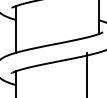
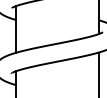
line at (86, 73) position: (86, 73) -> (98, 73)
